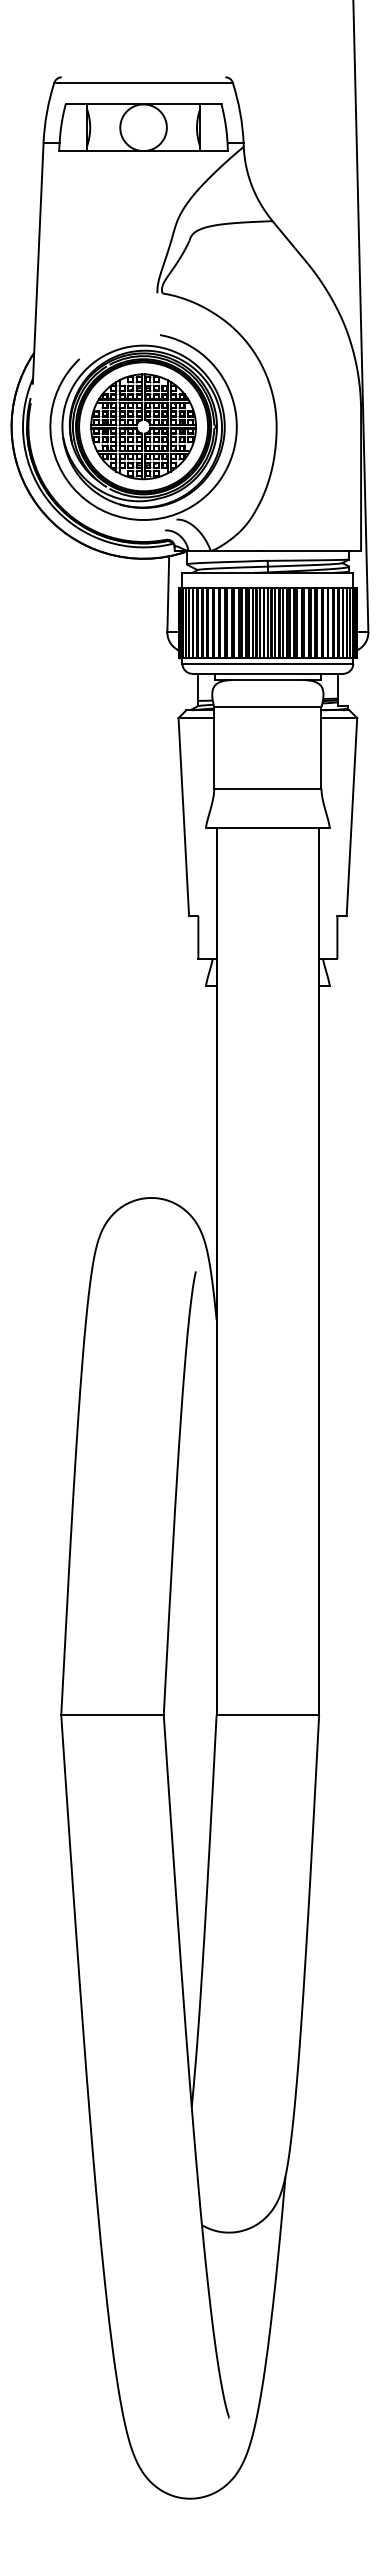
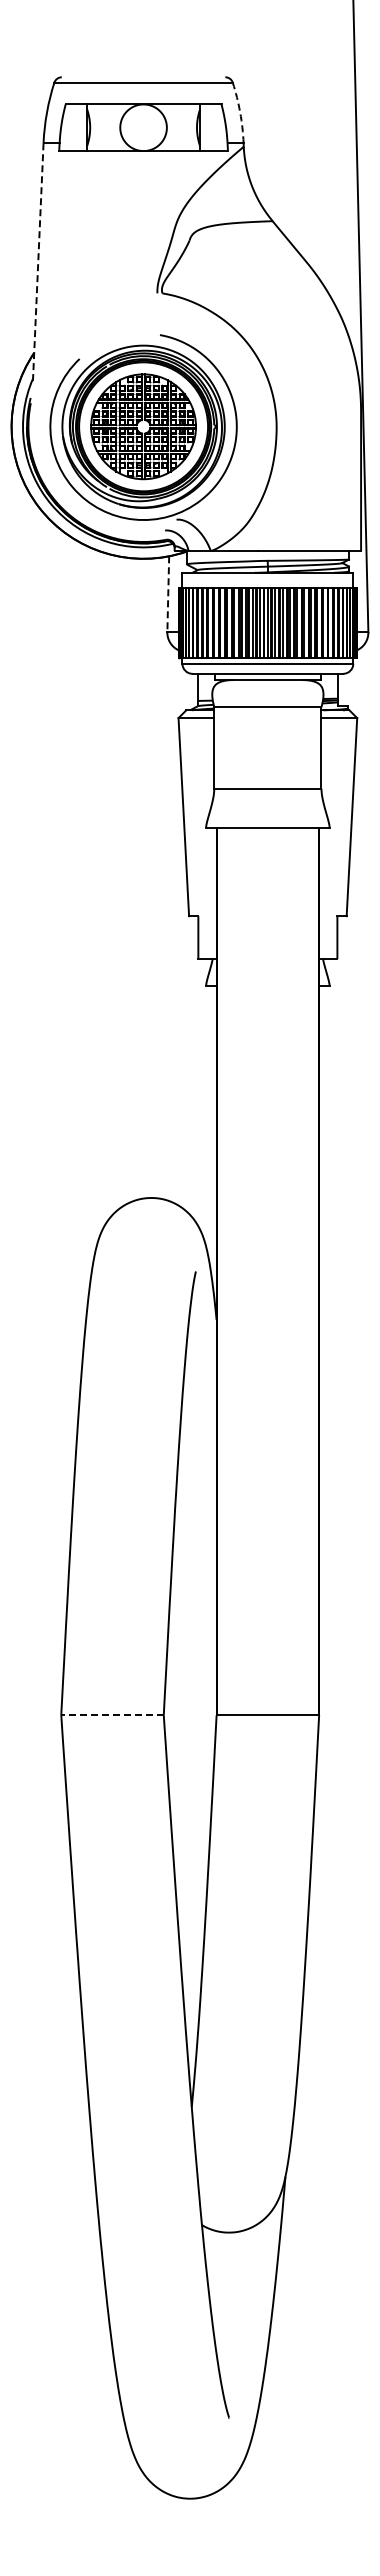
arc at (240, 112): solid -> dashed
line at (38, 264): solid -> dashed
line at (168, 594): solid -> dashed
line at (112, 1715): solid -> dashed
